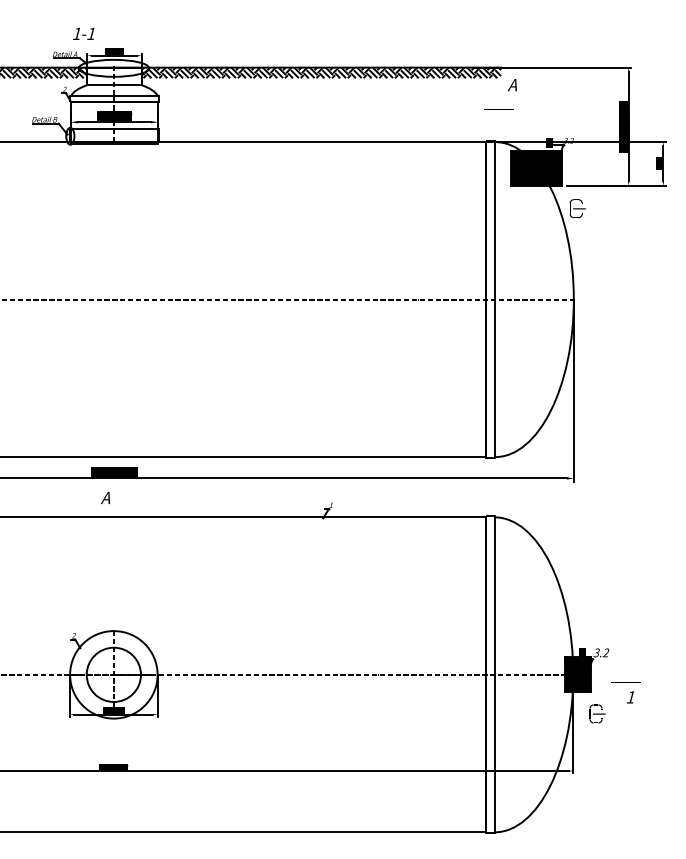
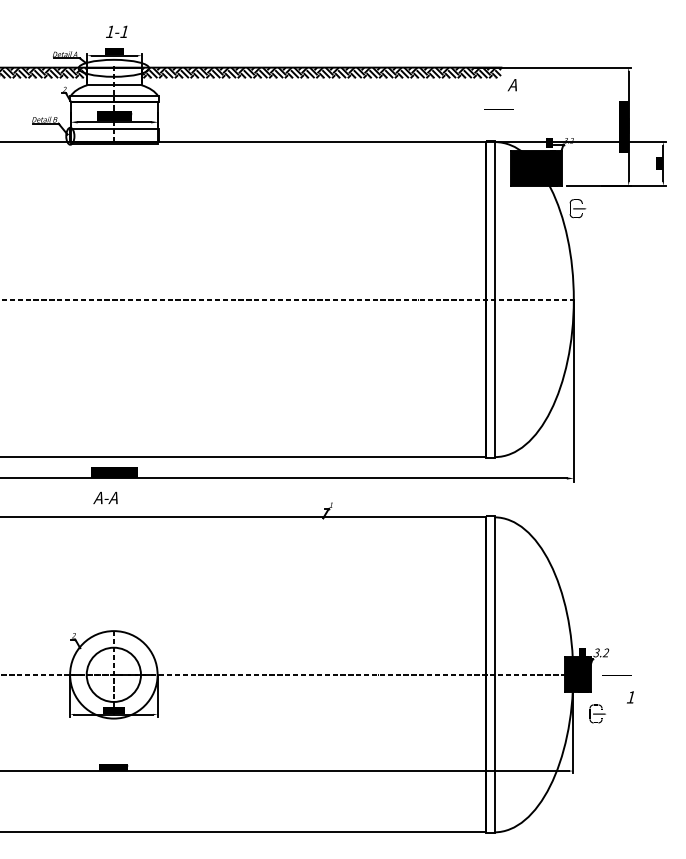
text at (83, 33) position: (83, 33) -> (116, 31)
text at (105, 497): А -> А-А
line at (625, 682) position: (625, 682) -> (616, 675)
